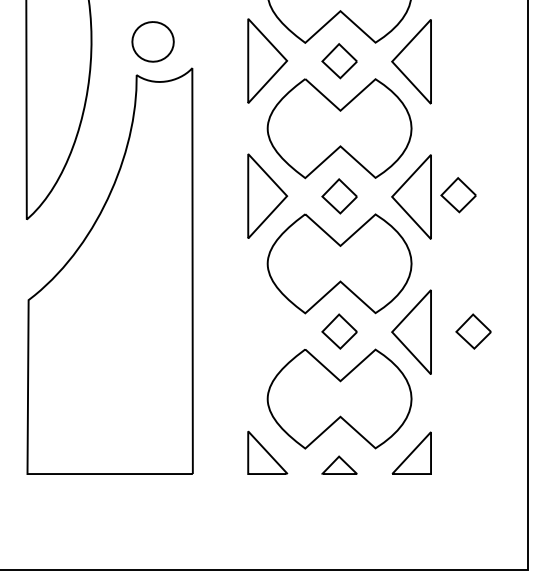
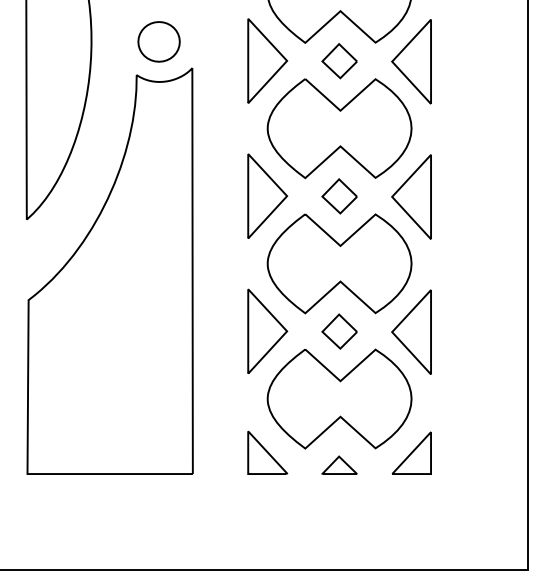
part at (152, 41) position: (152, 41) -> (158, 41)
part at (458, 195): present -> none
part at (267, 330): none -> present
part at (473, 331): present -> none
